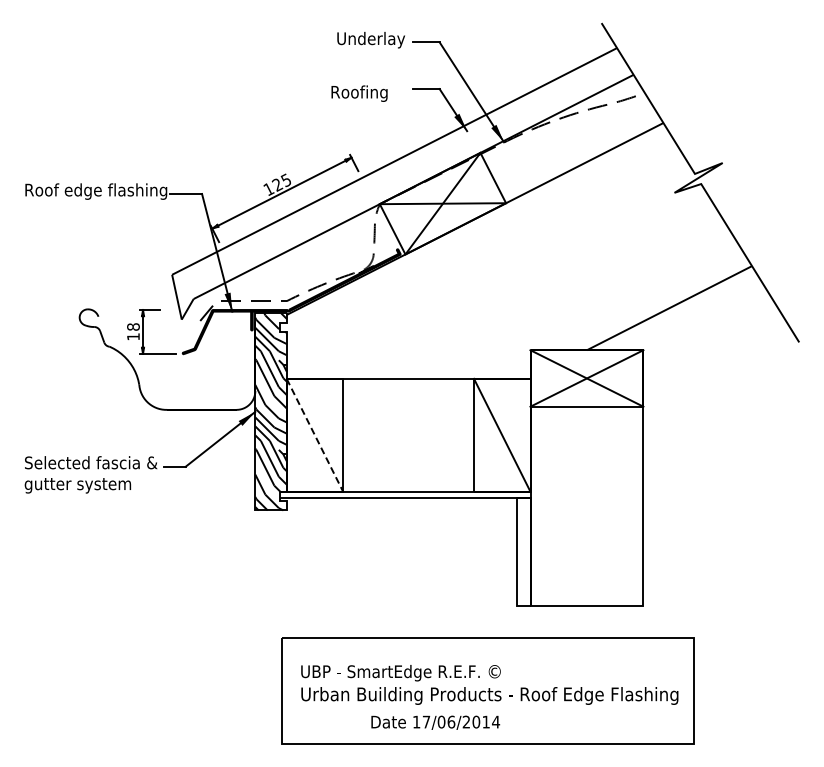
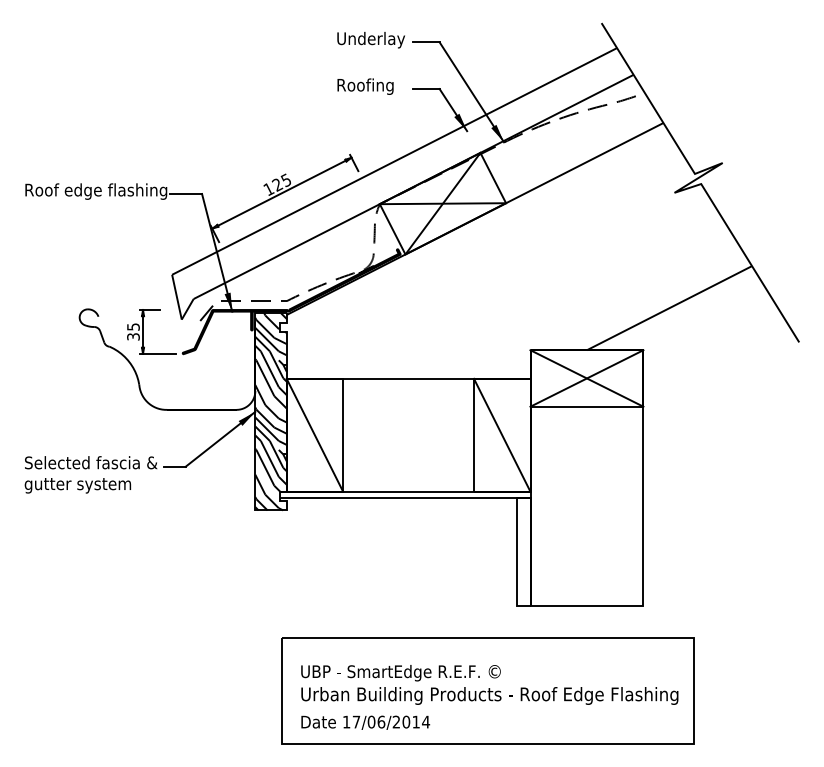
text at (359, 93) position: (359, 93) -> (365, 86)
text at (133, 331): 18 -> 35
line at (315, 435): dashed -> solid
text at (435, 722) position: (435, 722) -> (365, 722)
